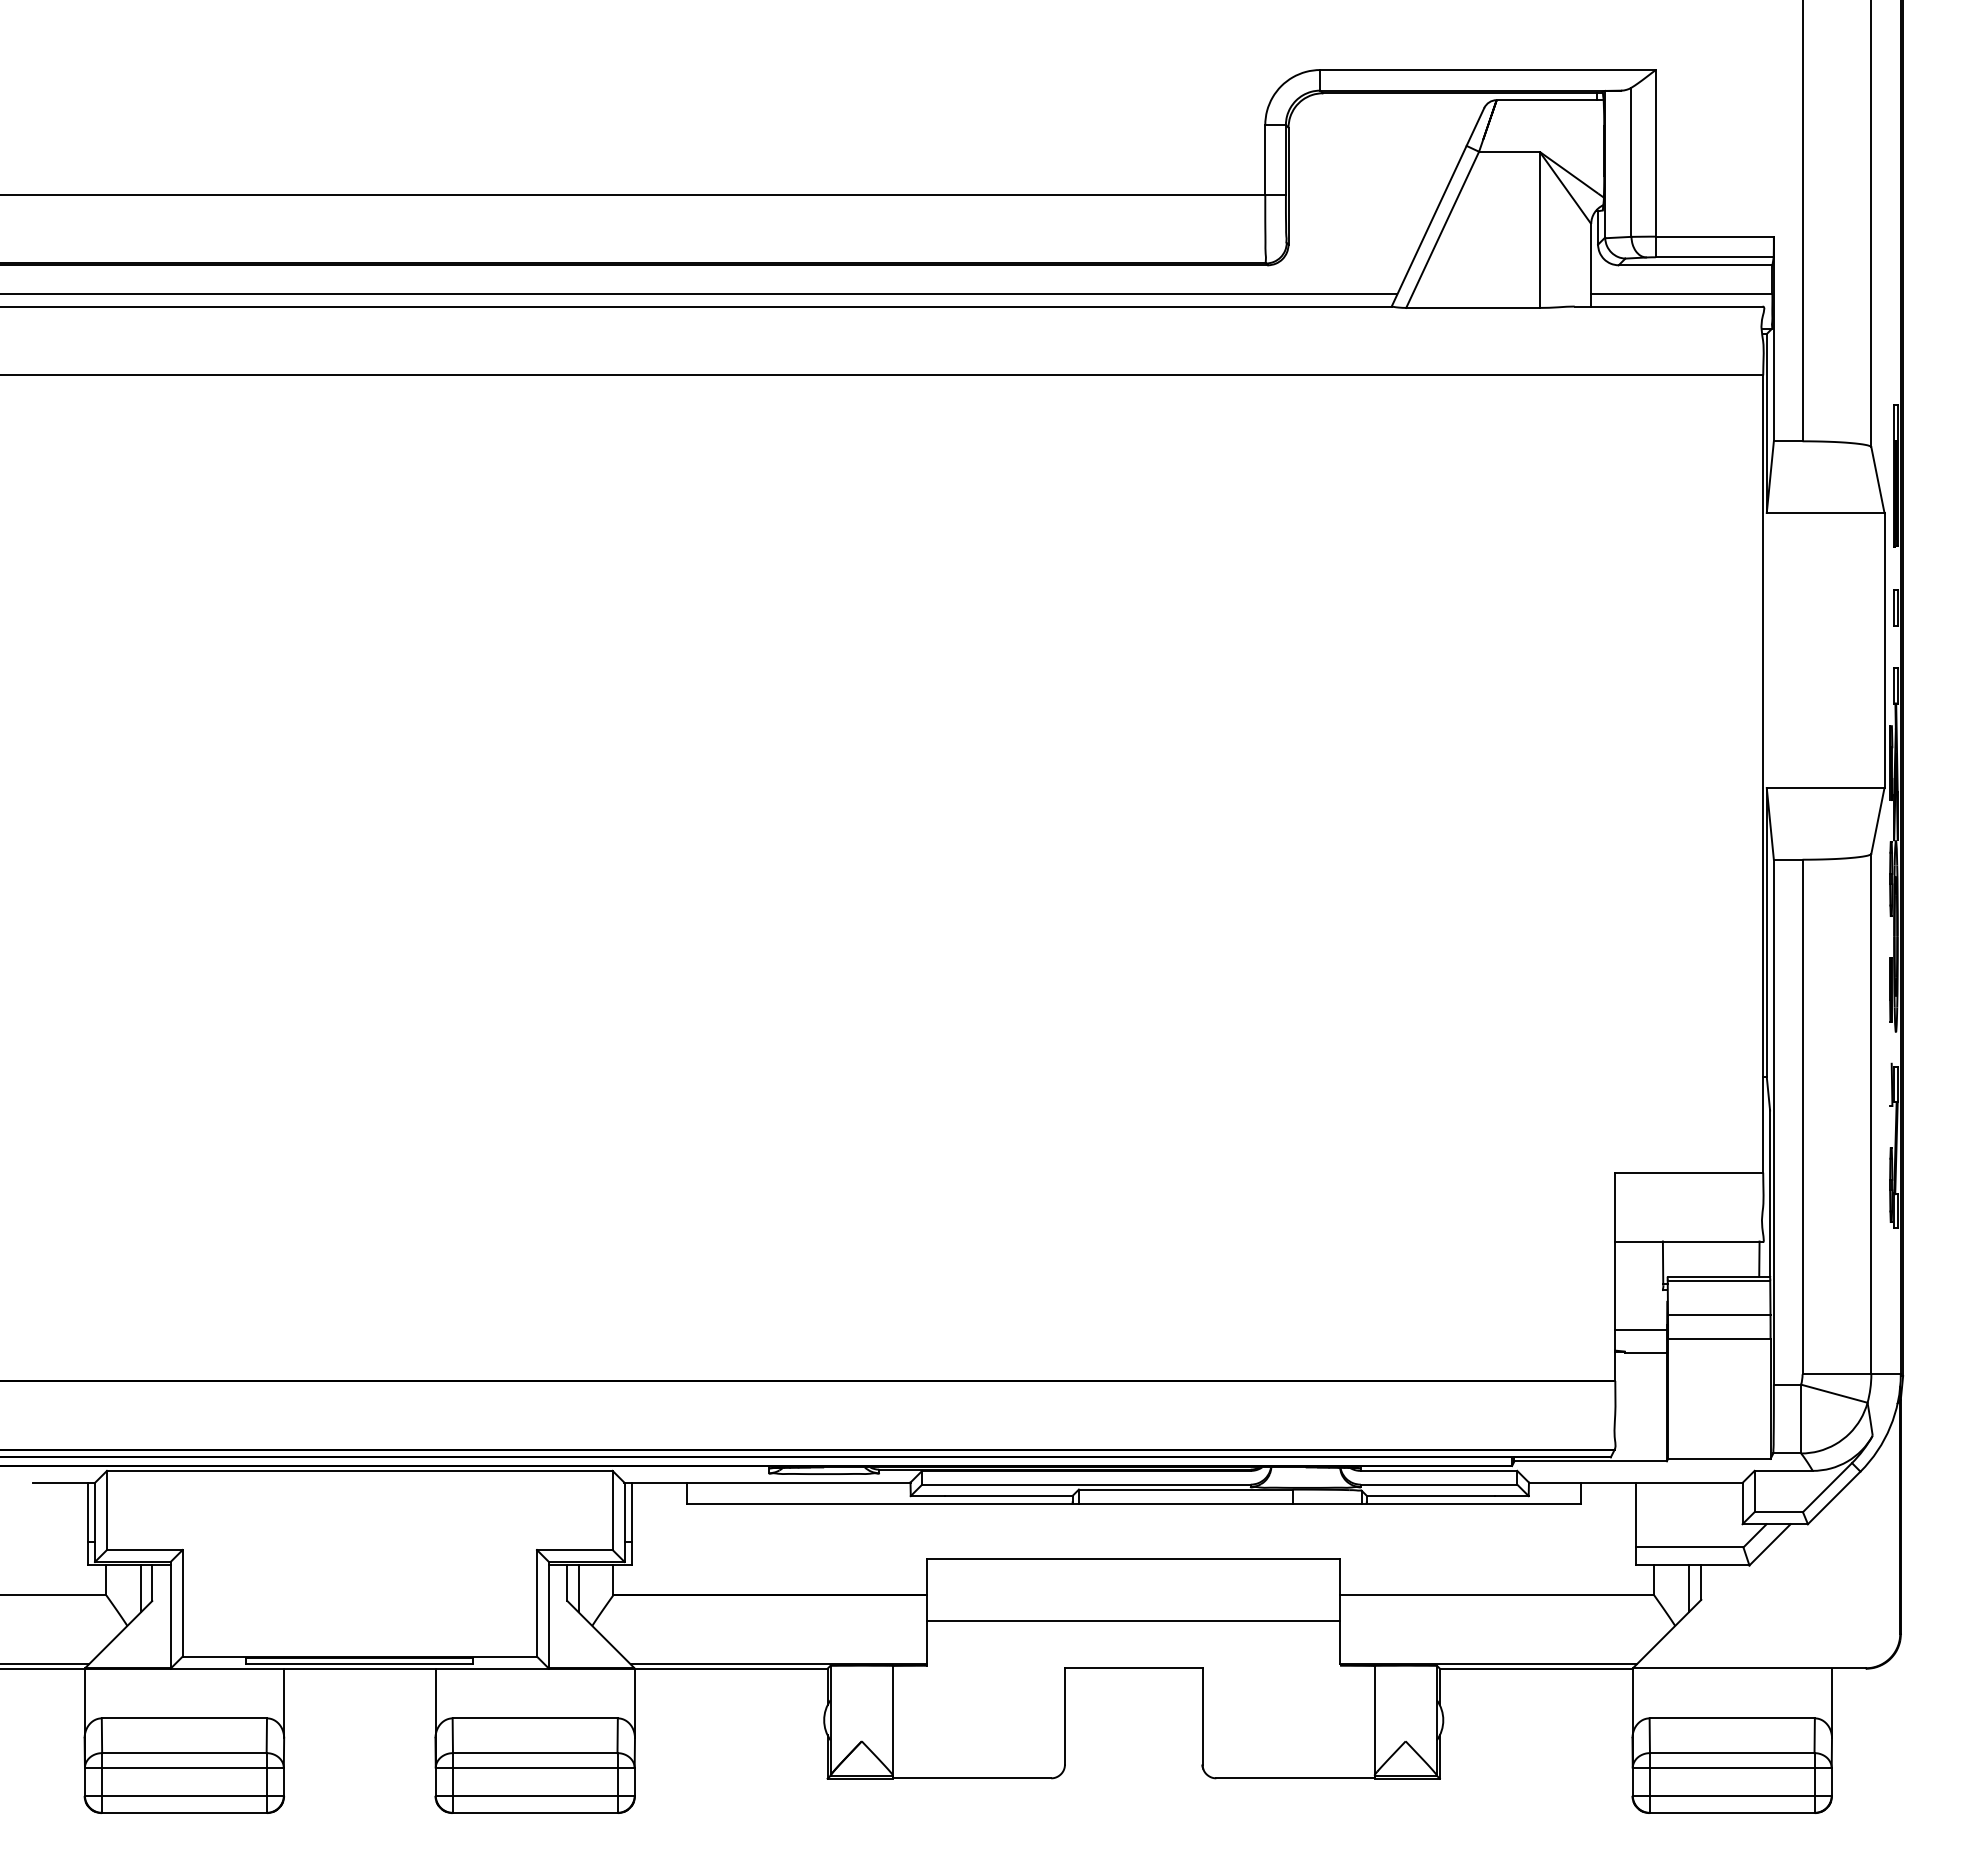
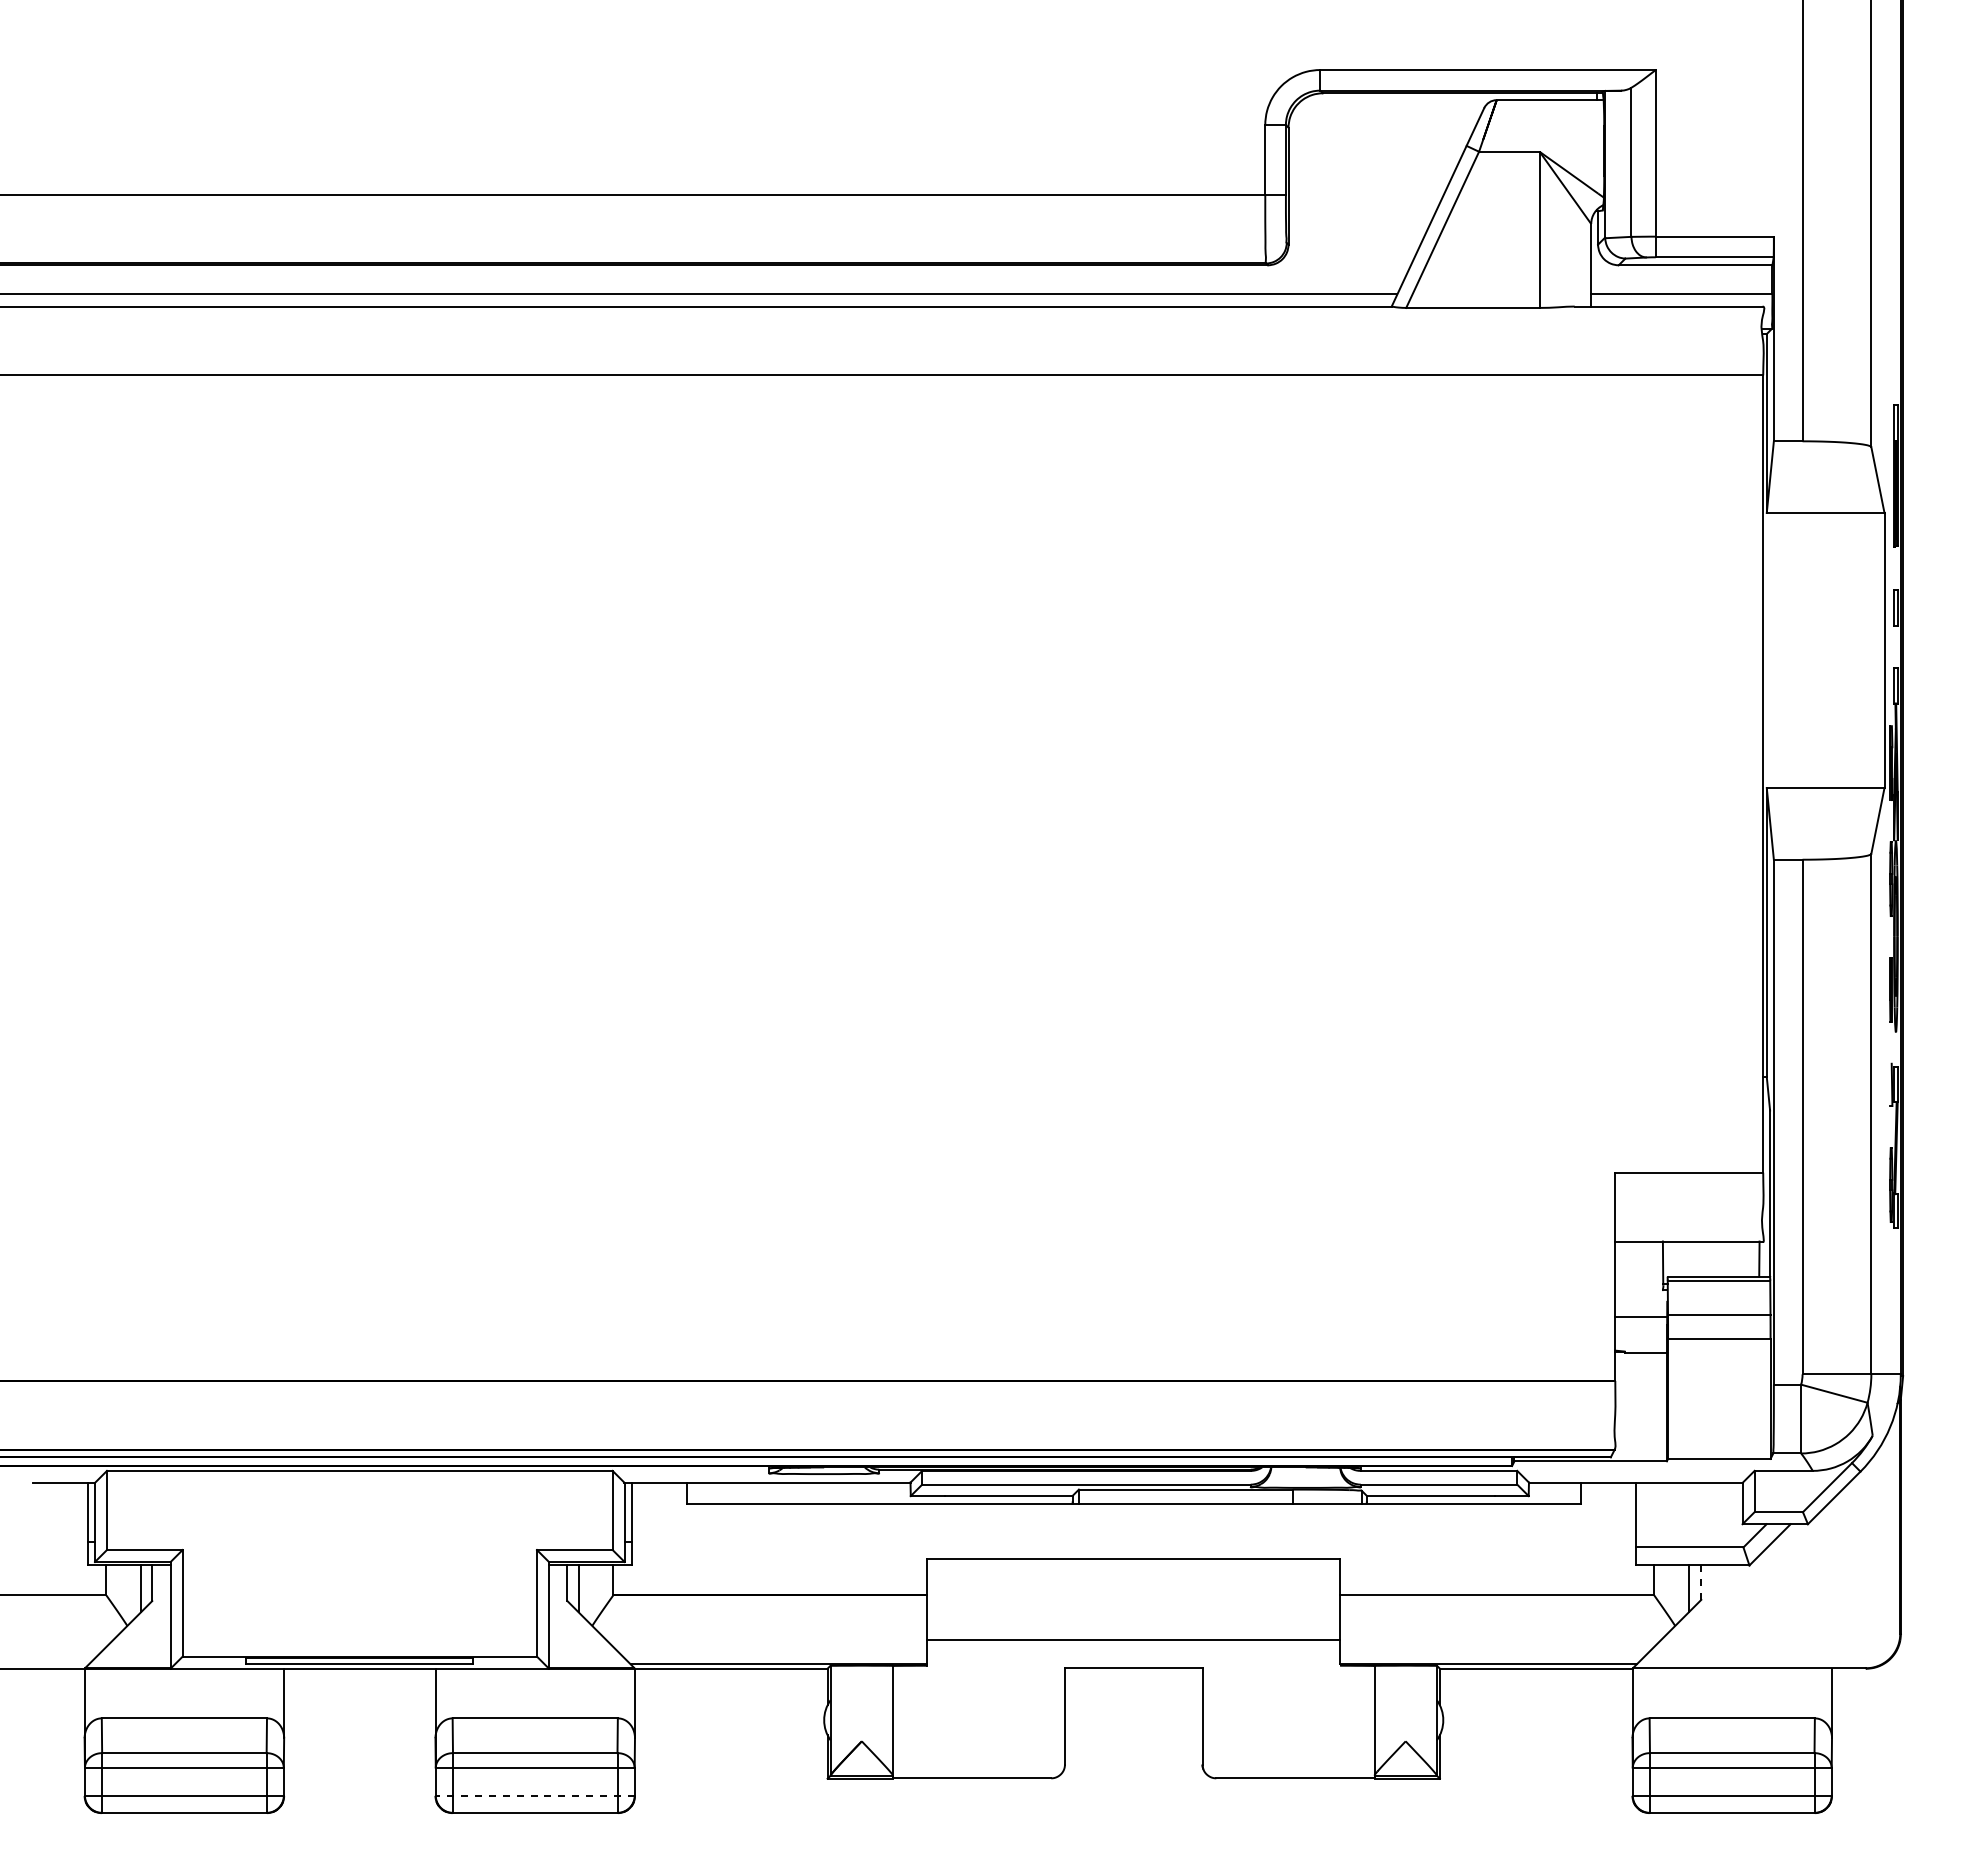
line at (1641, 1329) position: (1641, 1329) -> (1641, 1316)
line at (1701, 1583): solid -> dashed
line at (1133, 1620) position: (1133, 1620) -> (1133, 1639)
line at (45, 1664): present -> none
line at (534, 1795): solid -> dashed
